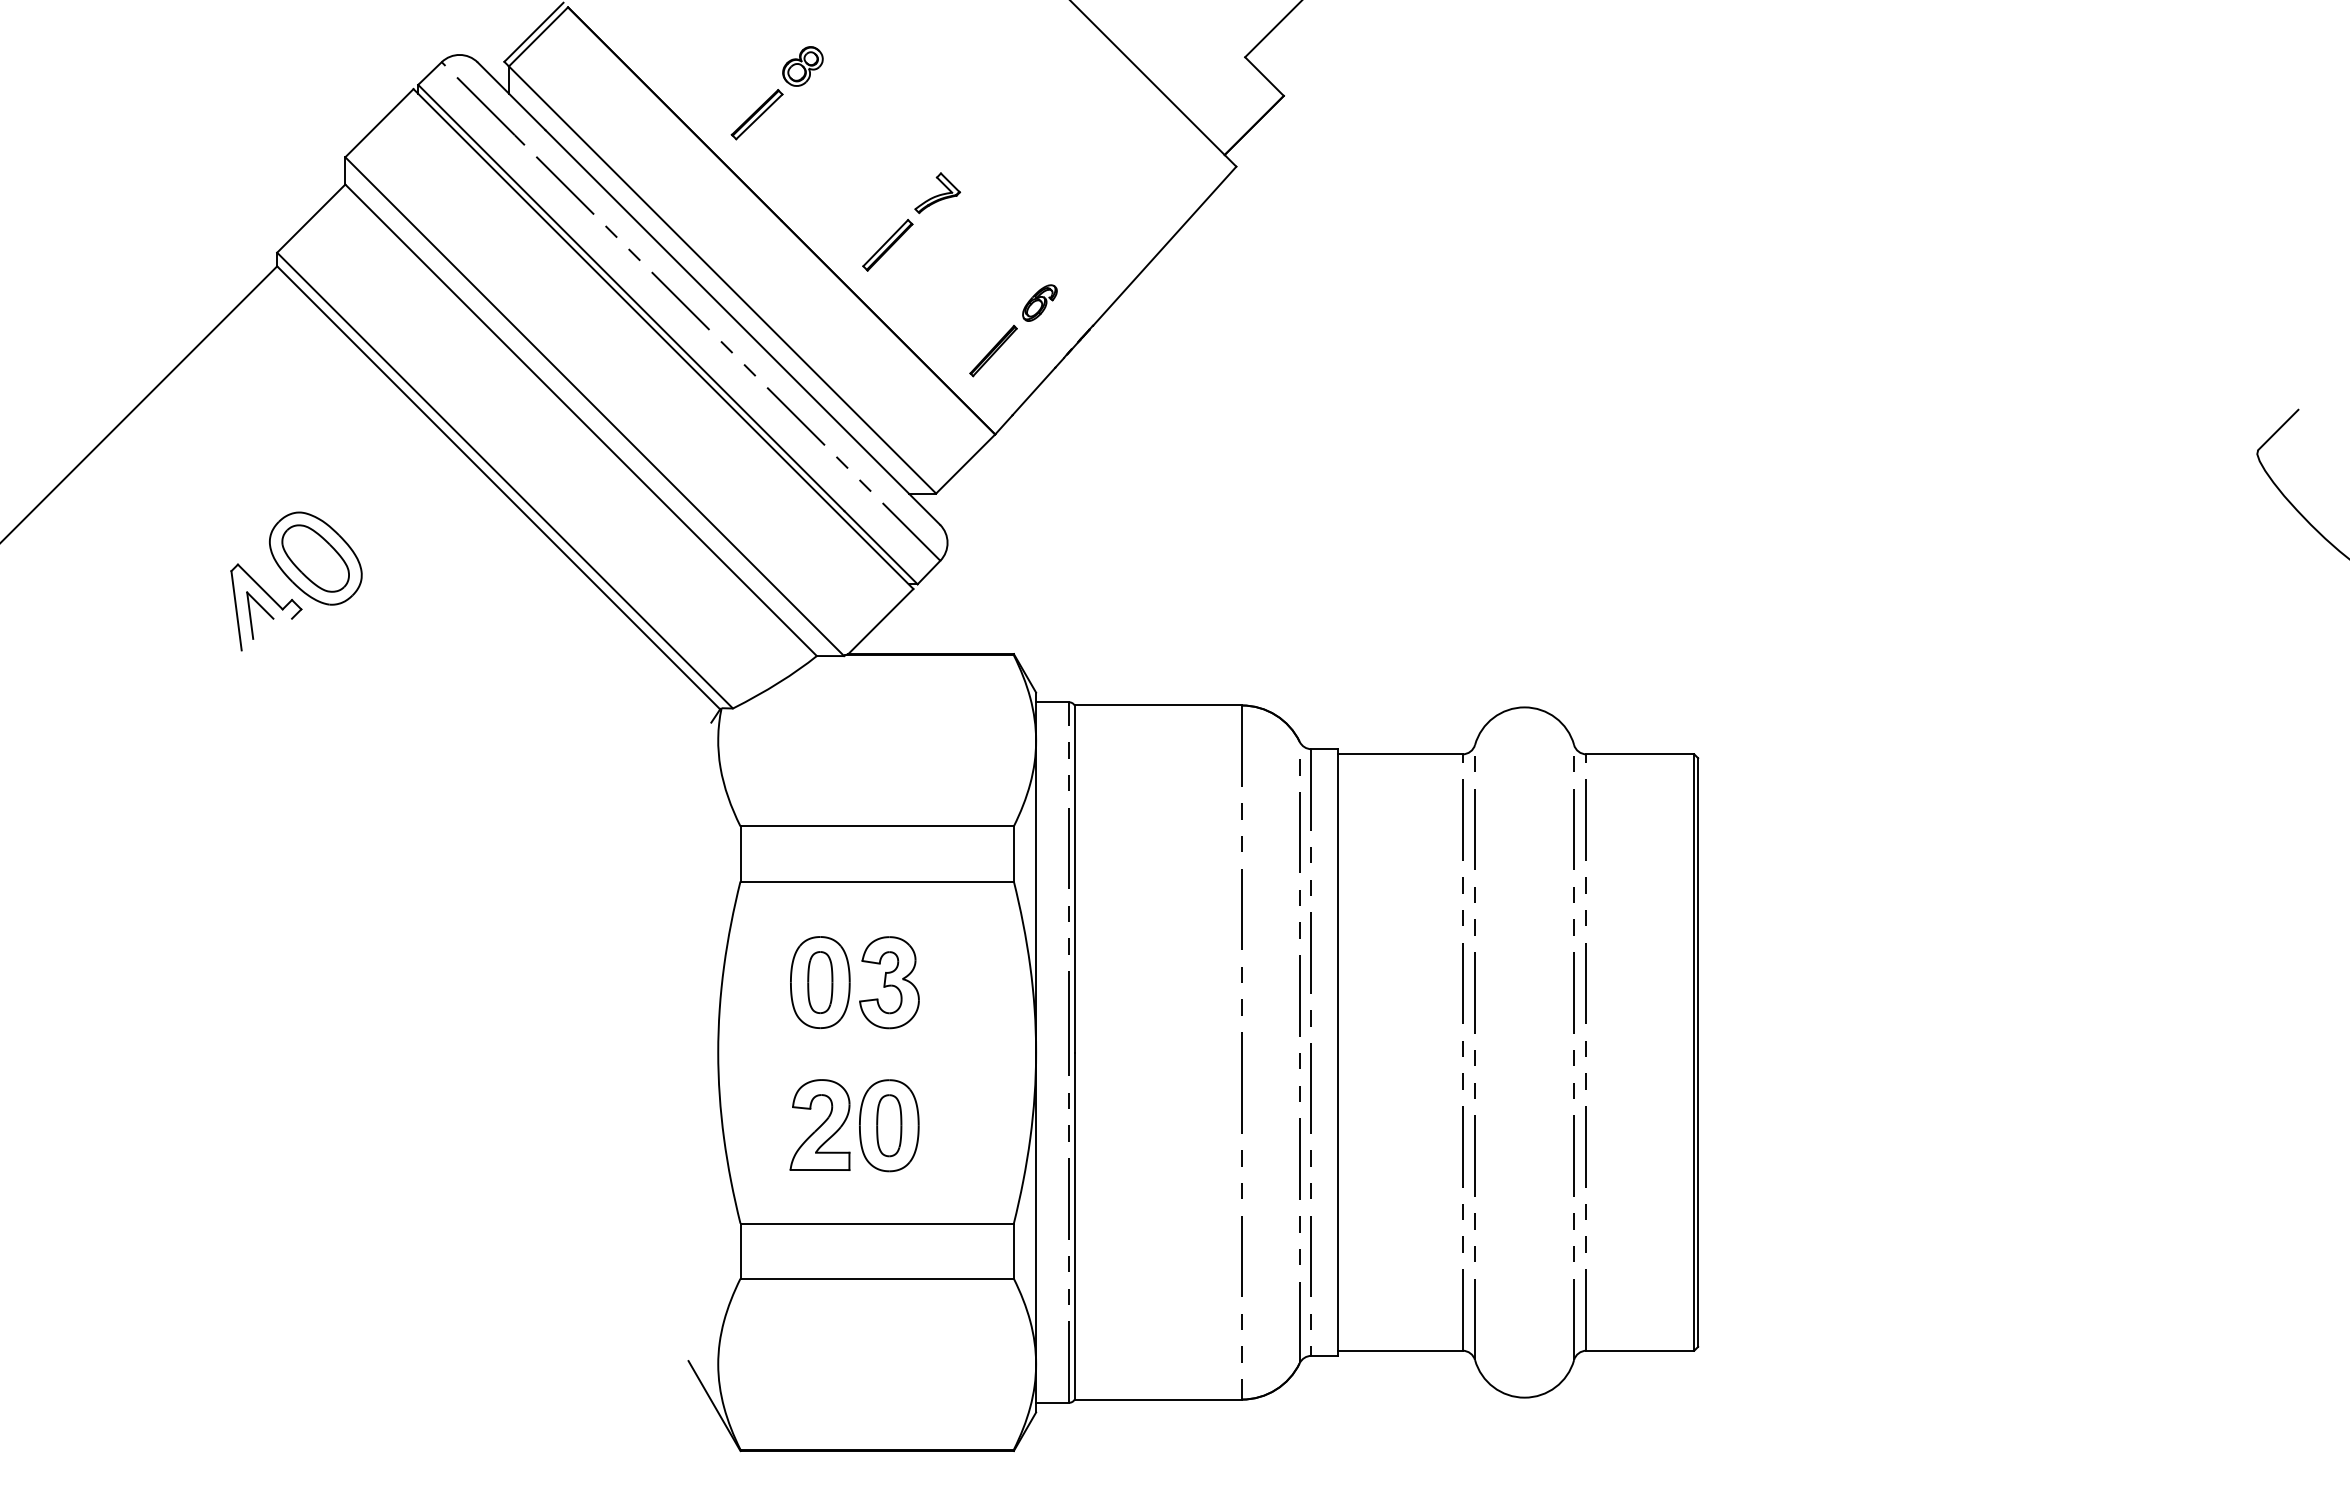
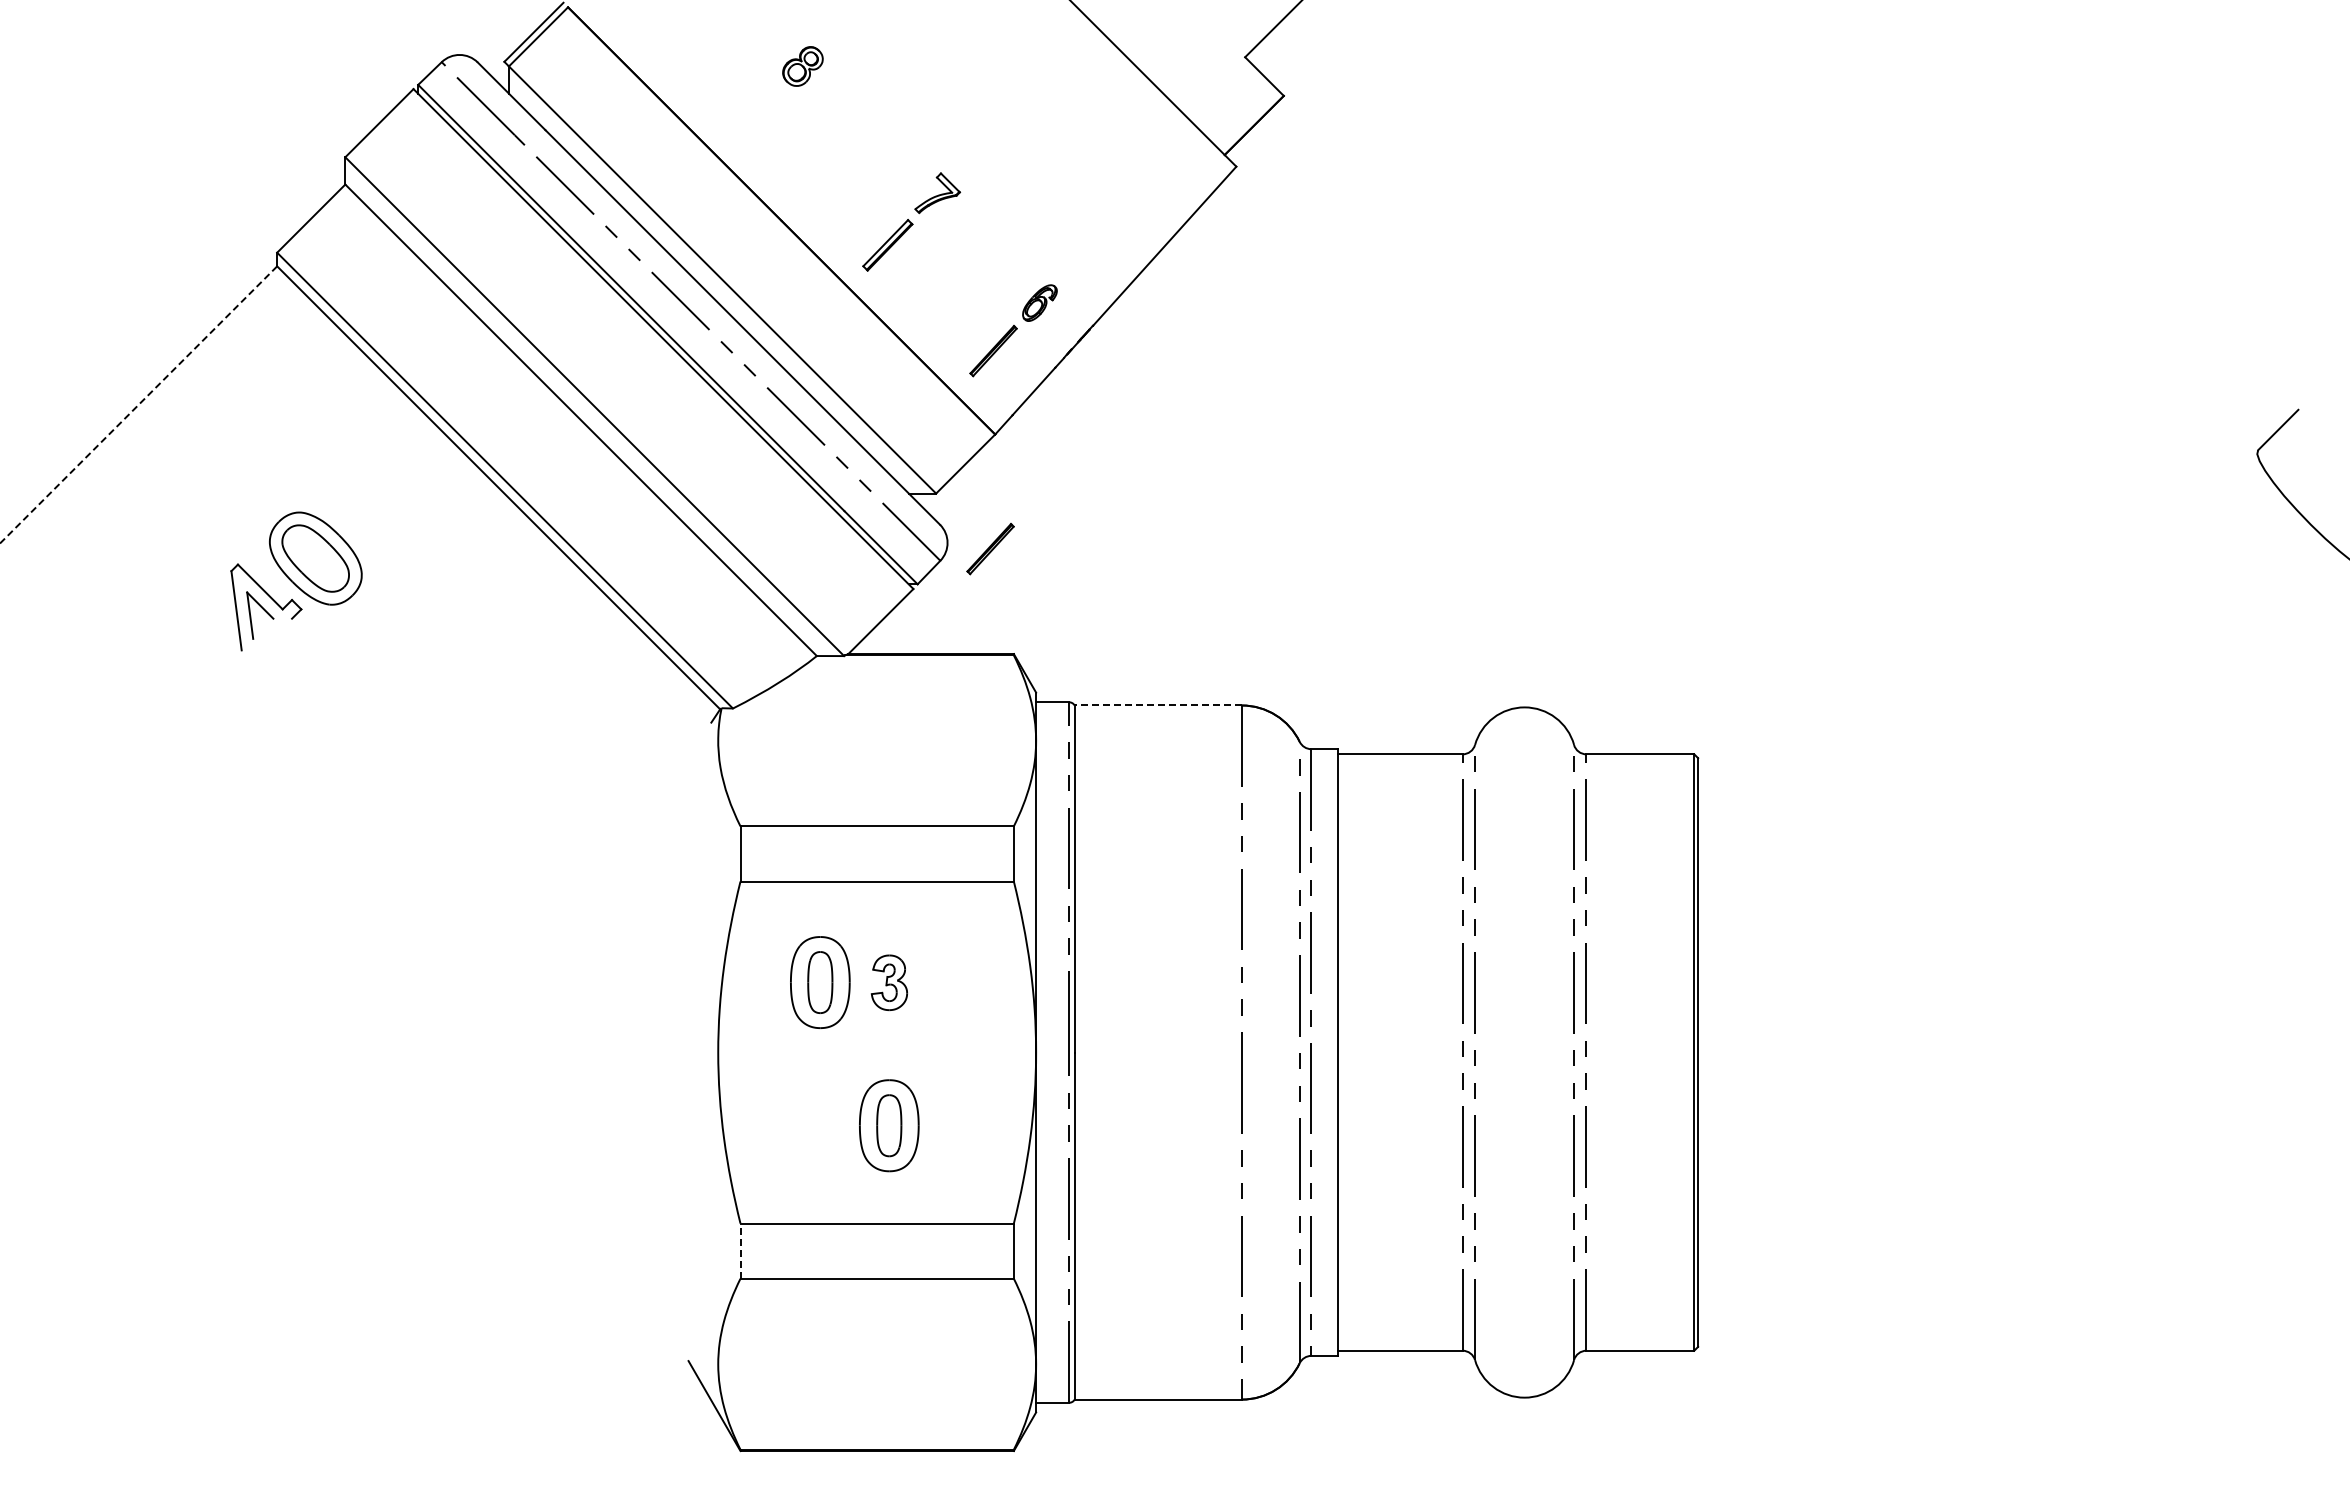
part at (756, 114): present -> none
line at (138, 404): solid -> dashed
part at (990, 549): none -> present
line at (1158, 705): solid -> dashed
part at (889, 982) size: 61x94 px -> 38x57 px
part at (819, 1124): present -> none
line at (740, 1251): solid -> dashed
